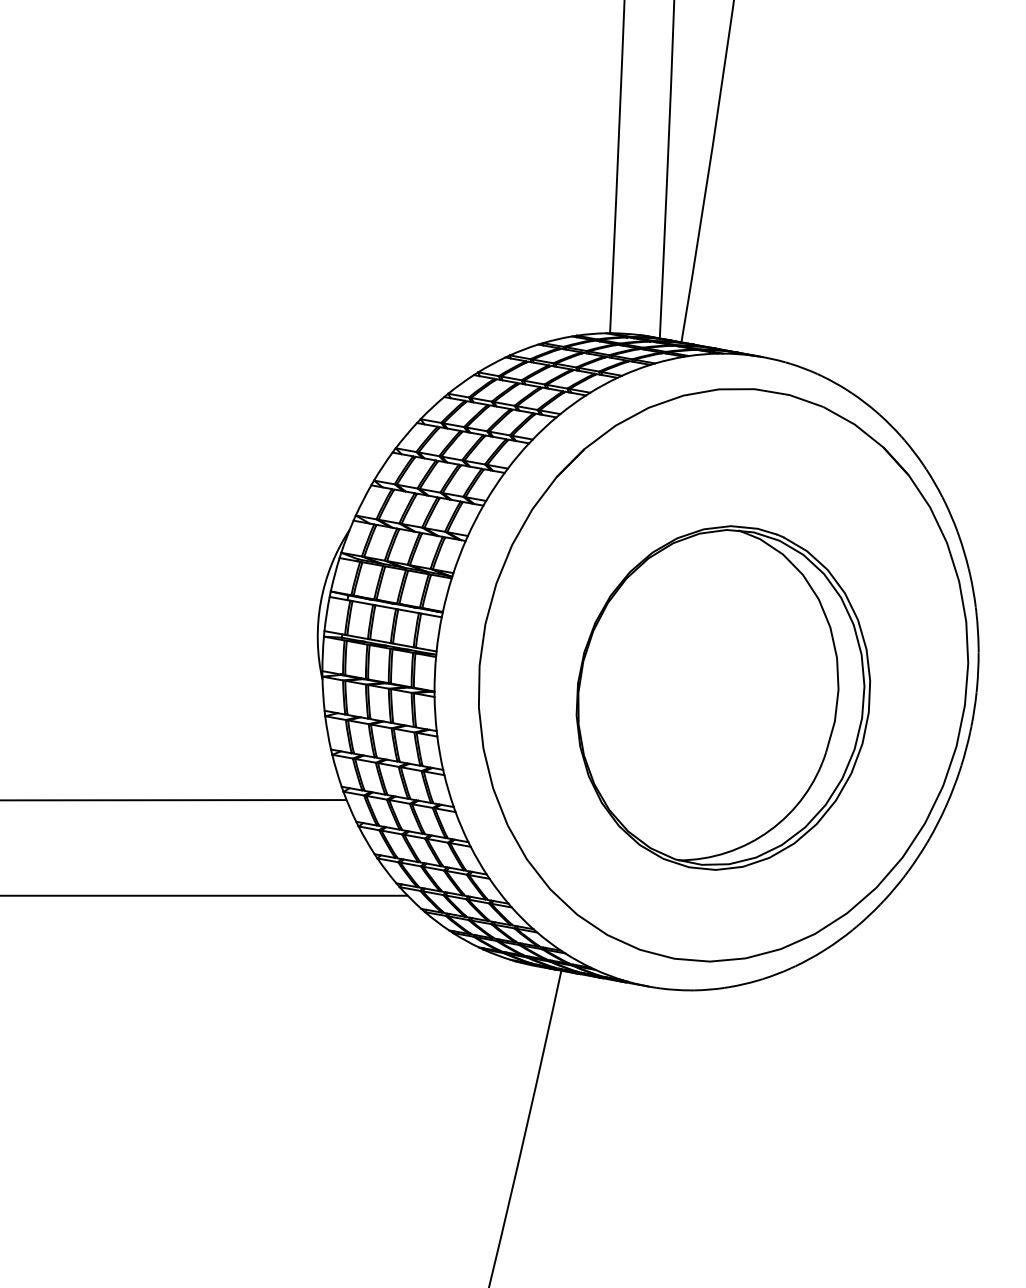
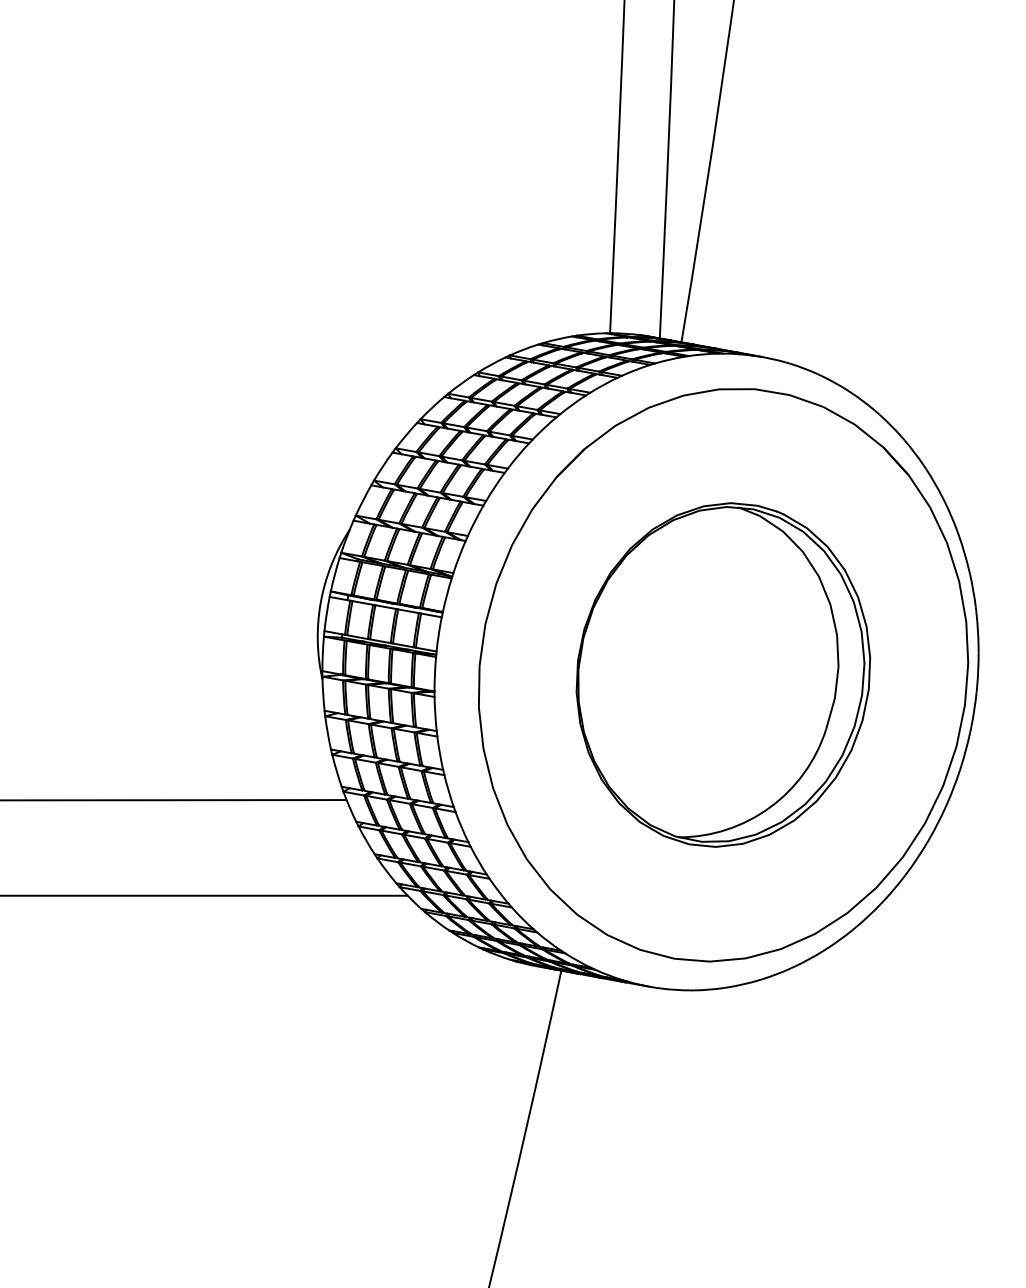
part at (723, 697) position: (723, 697) -> (723, 674)
